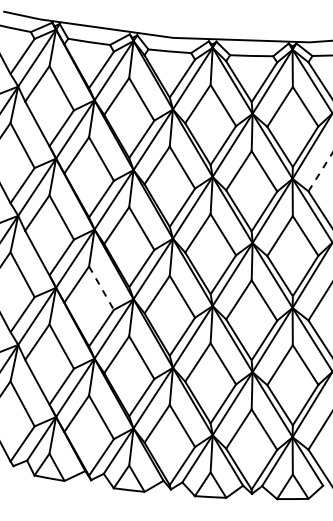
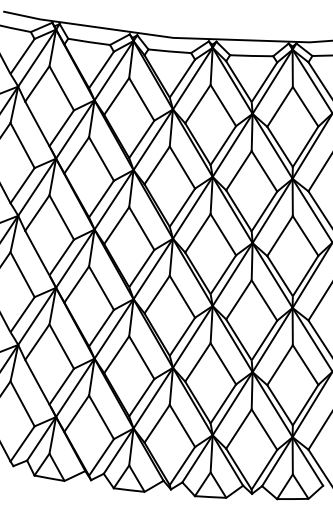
line at (320, 171): dashed -> solid
line at (101, 288): dashed -> solid
